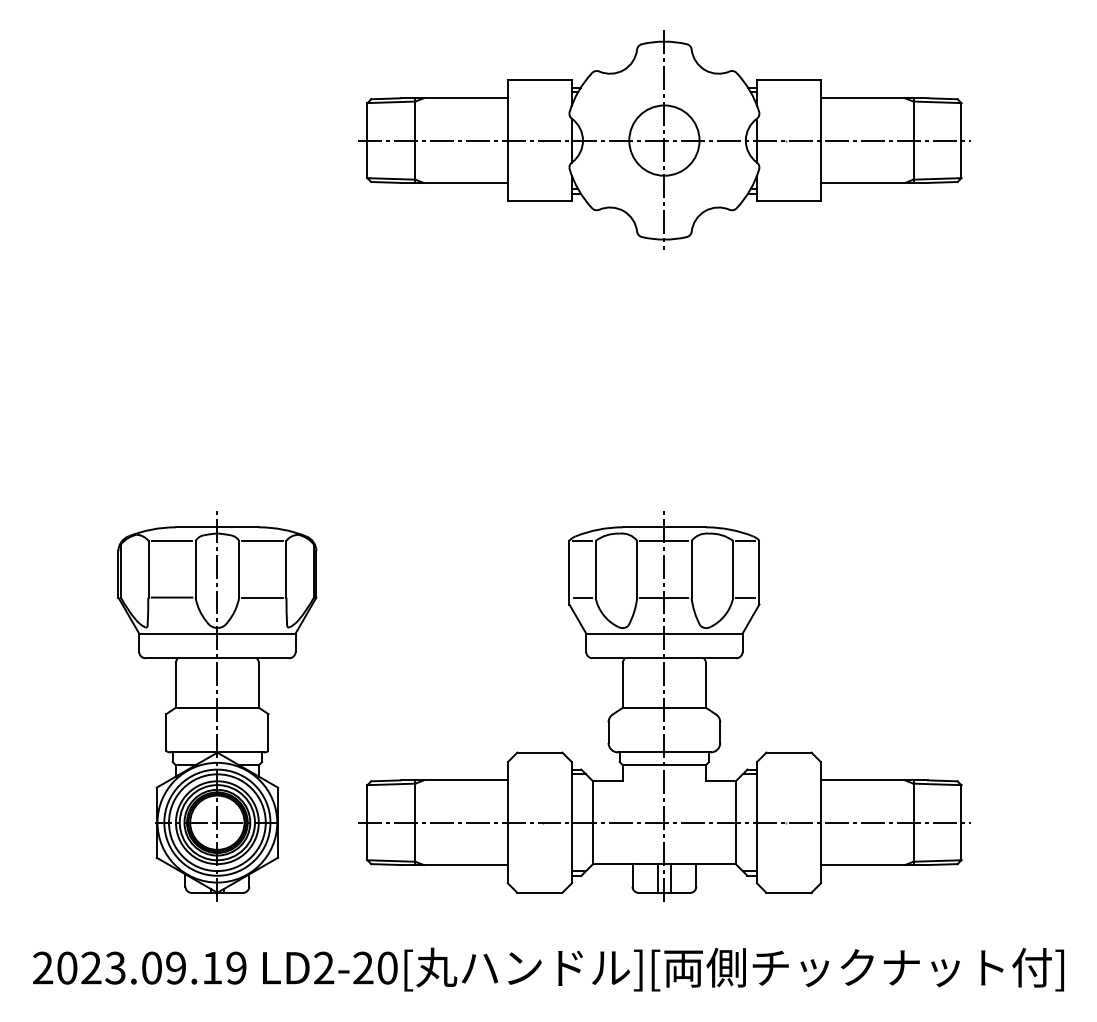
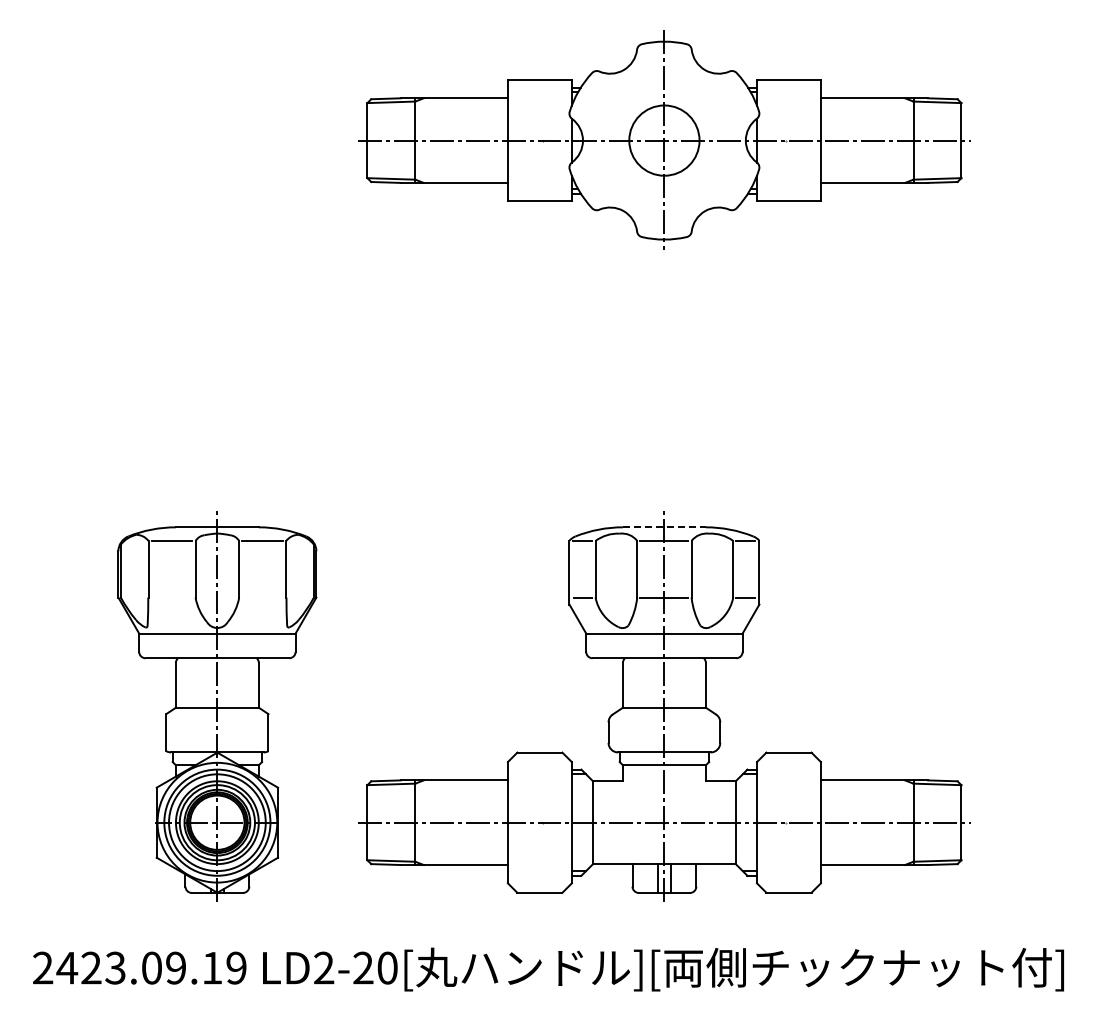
line at (664, 527): solid -> dashed
line at (171, 597): present -> none
line at (262, 597): present -> none
text at (67, 967): 2023.09.19 -> 2423.09.19
